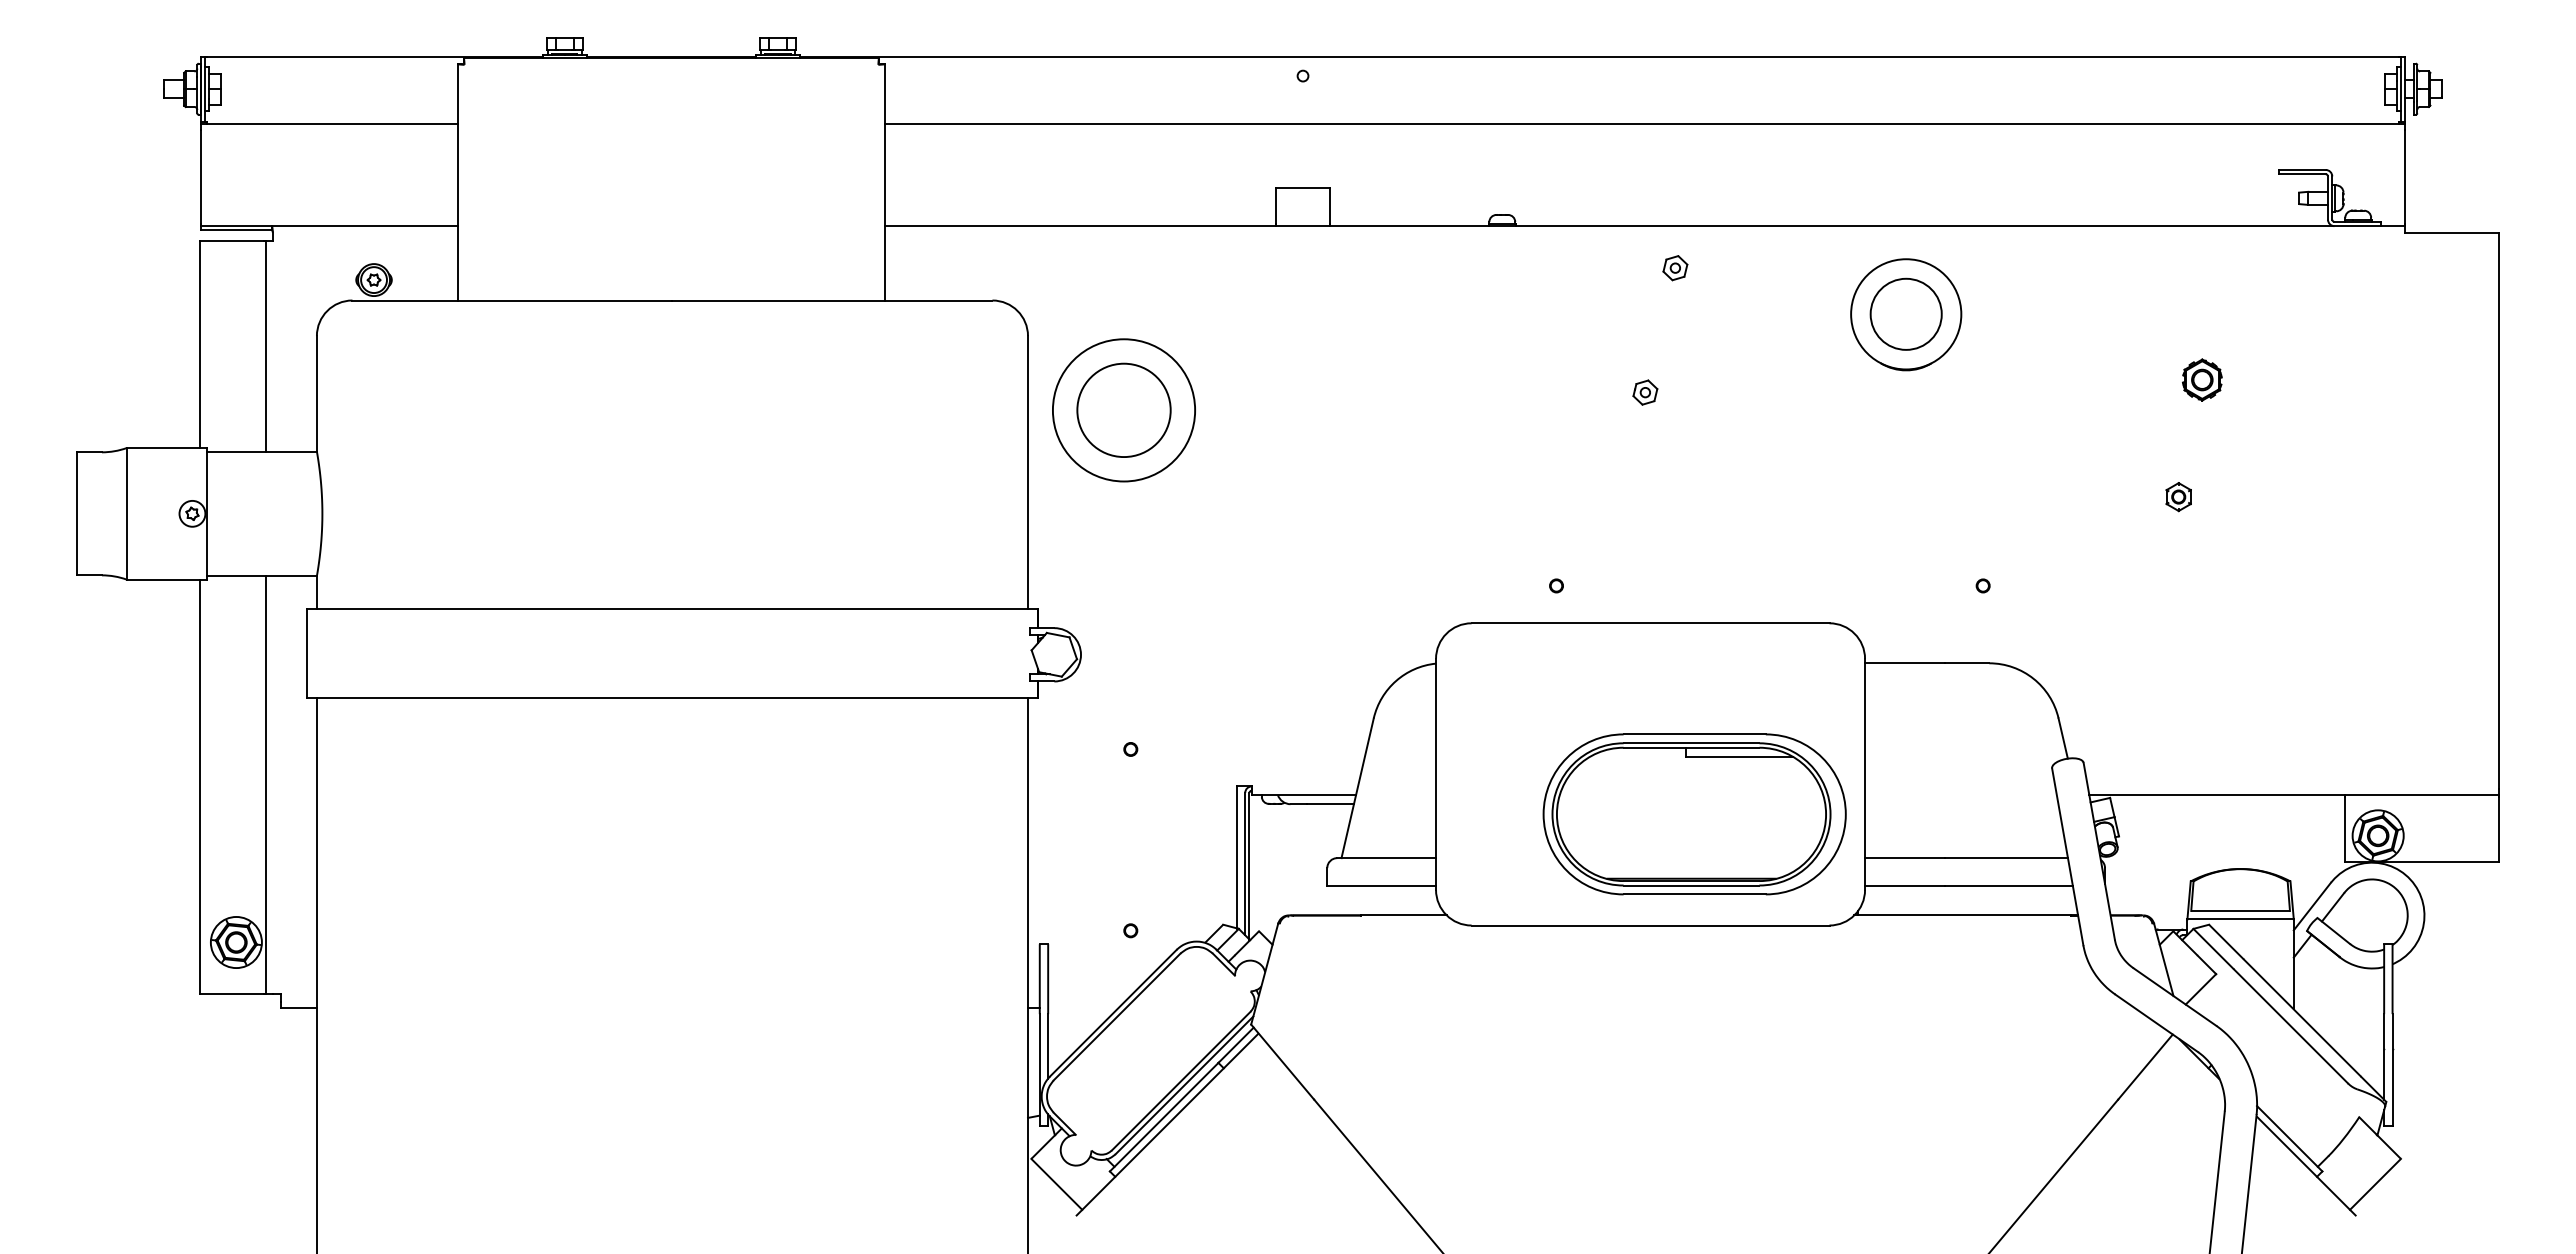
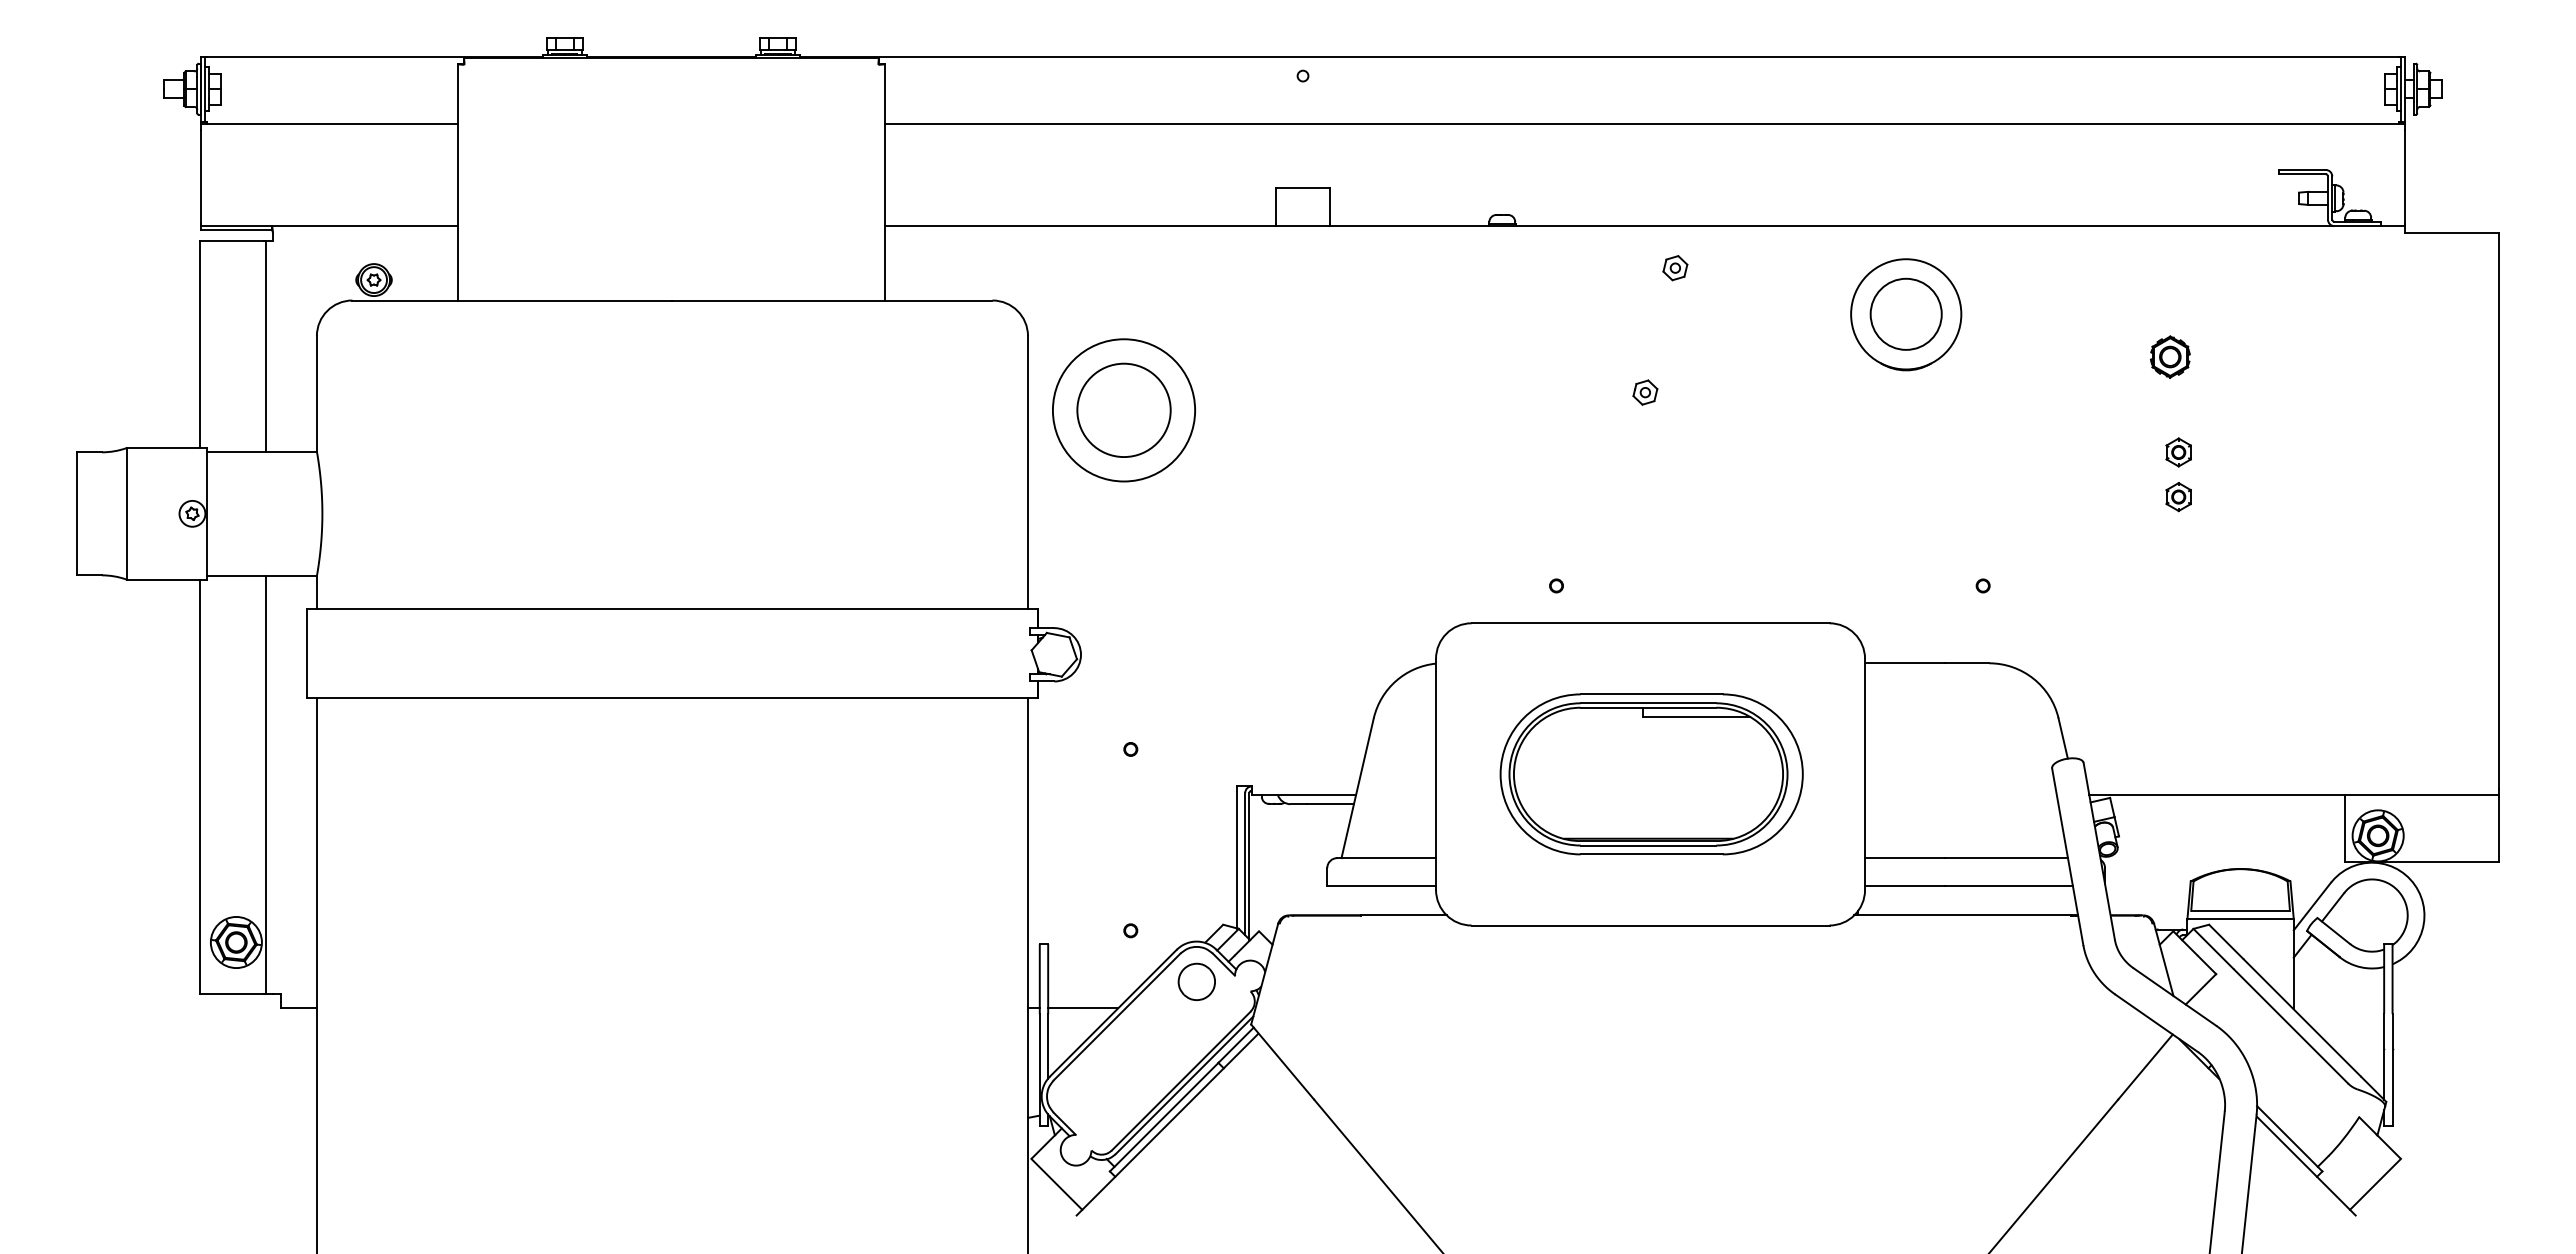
part at (2202, 379) position: (2202, 379) -> (2170, 356)
part at (2178, 452): none -> present
part at (1694, 814) position: (1694, 814) -> (1651, 774)
part at (1196, 981): none -> present
line at (1083, 1008): none -> present
